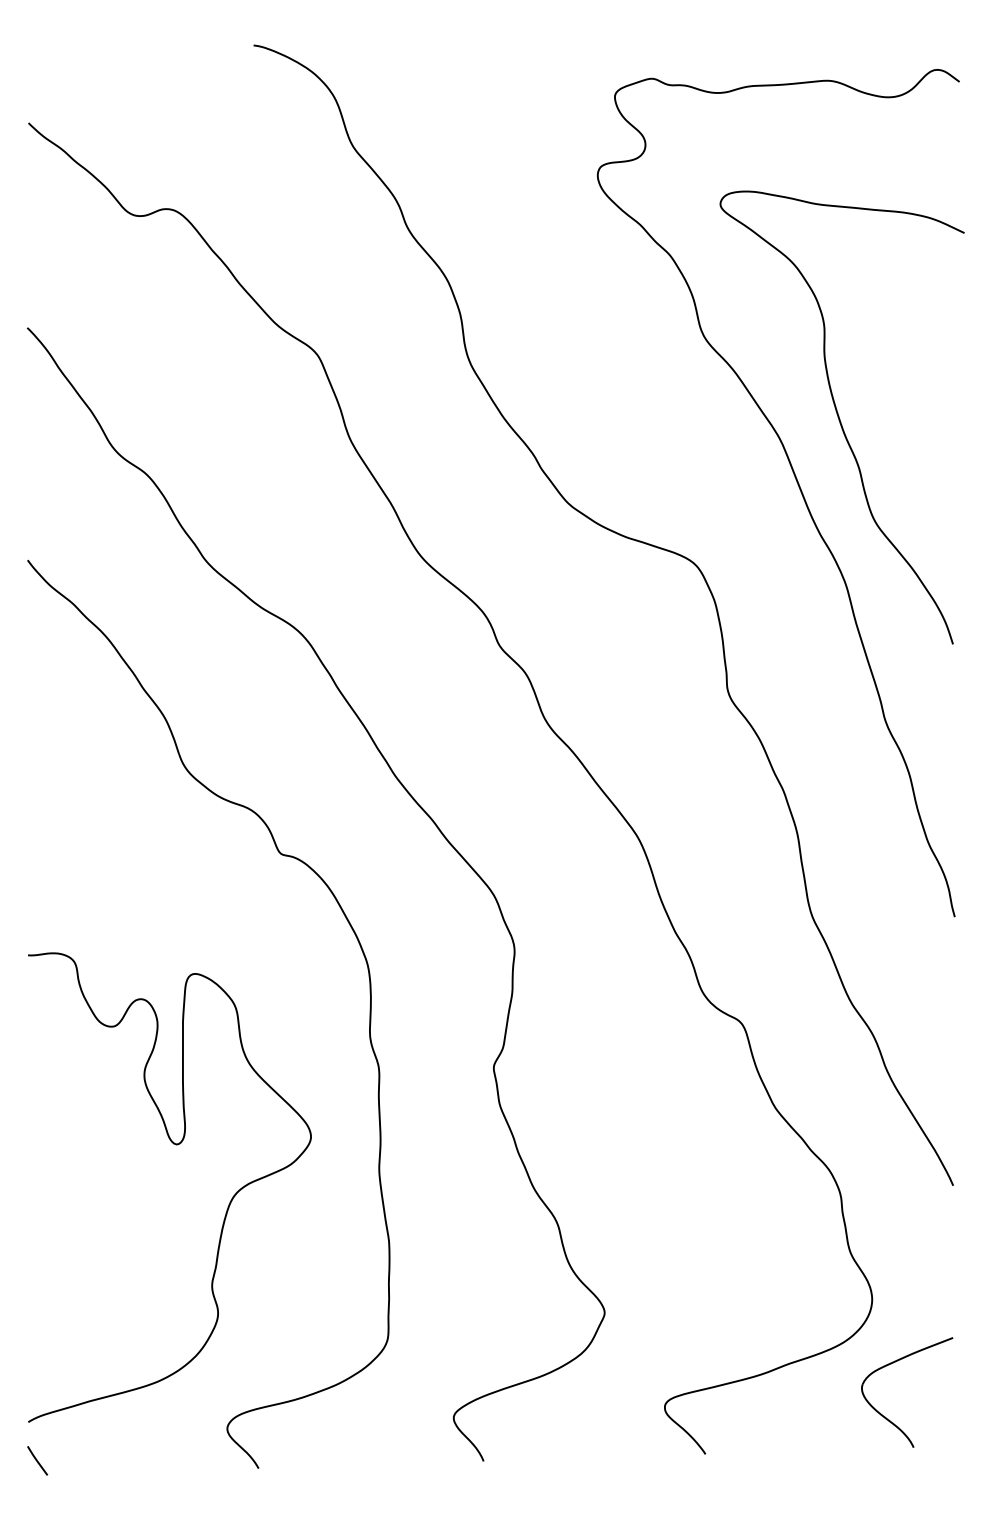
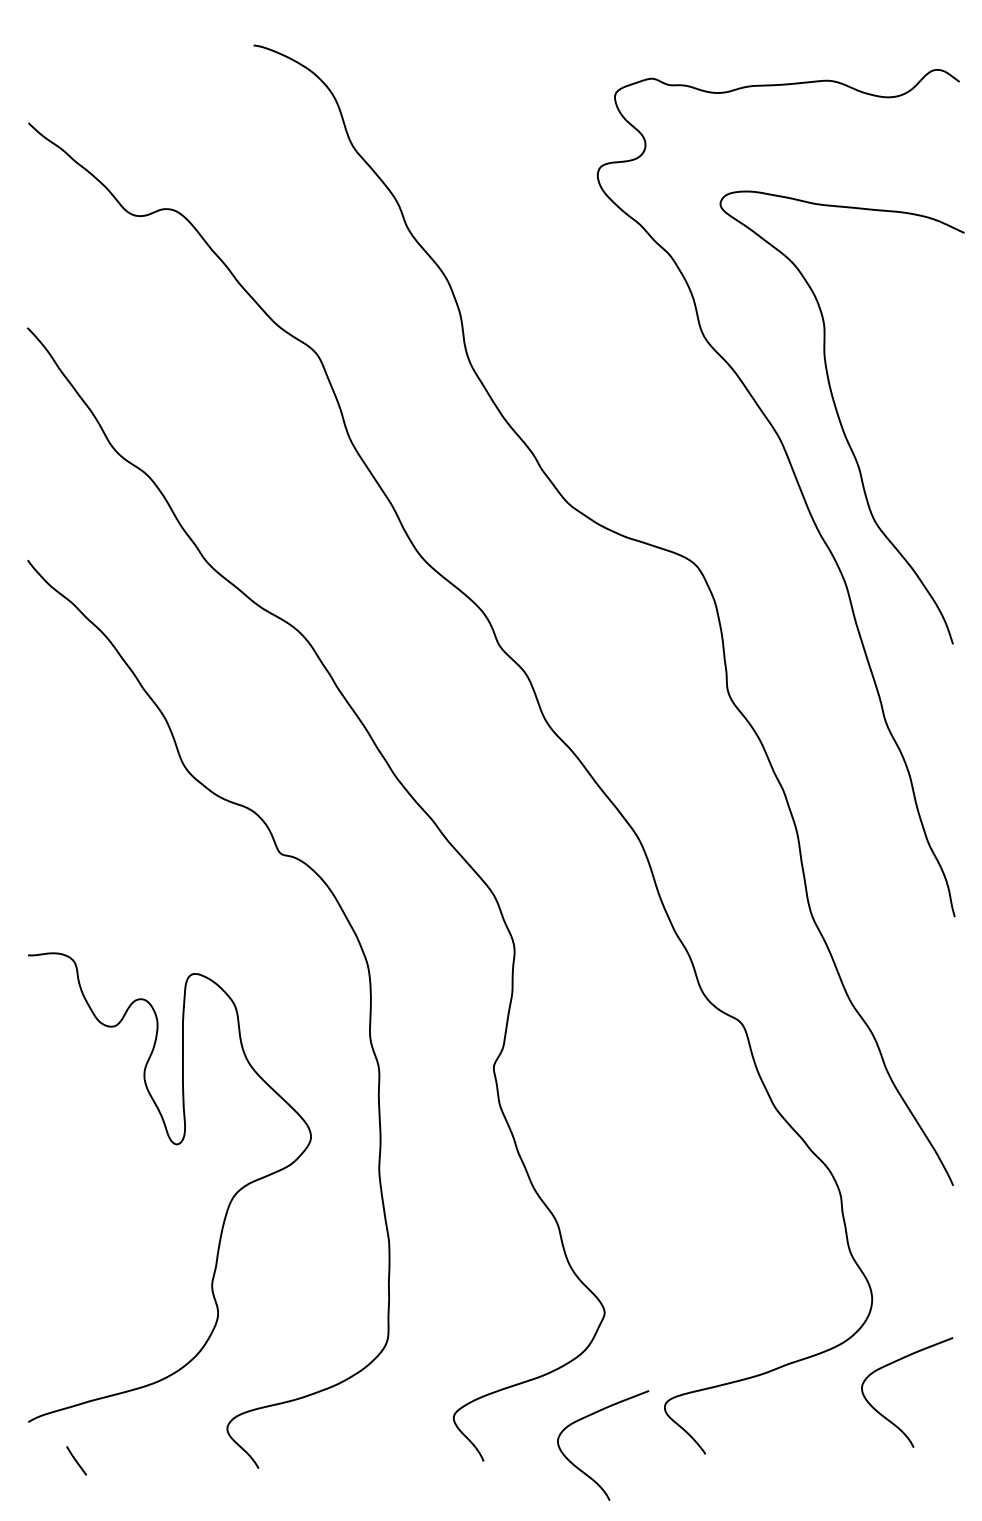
part at (589, 1416): none -> present
line at (37, 1460) position: (37, 1460) -> (76, 1460)
